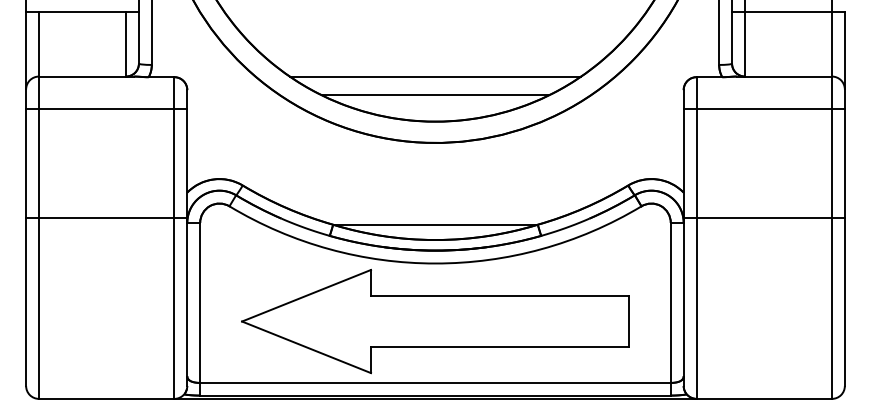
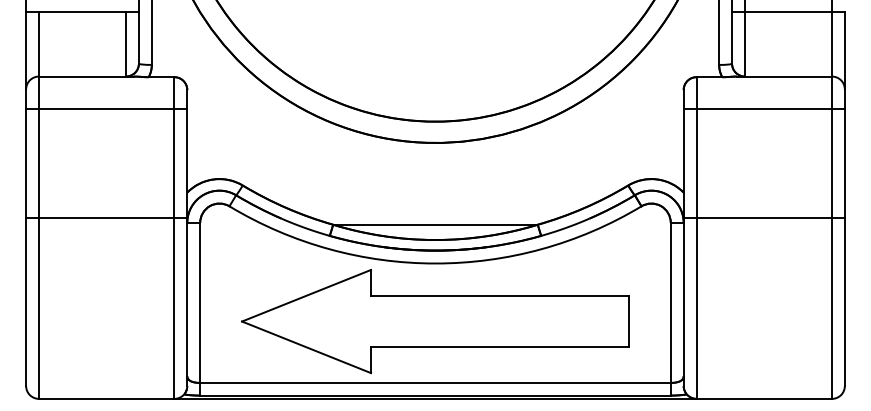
line at (435, 76): present -> none
line at (435, 95): present -> none
